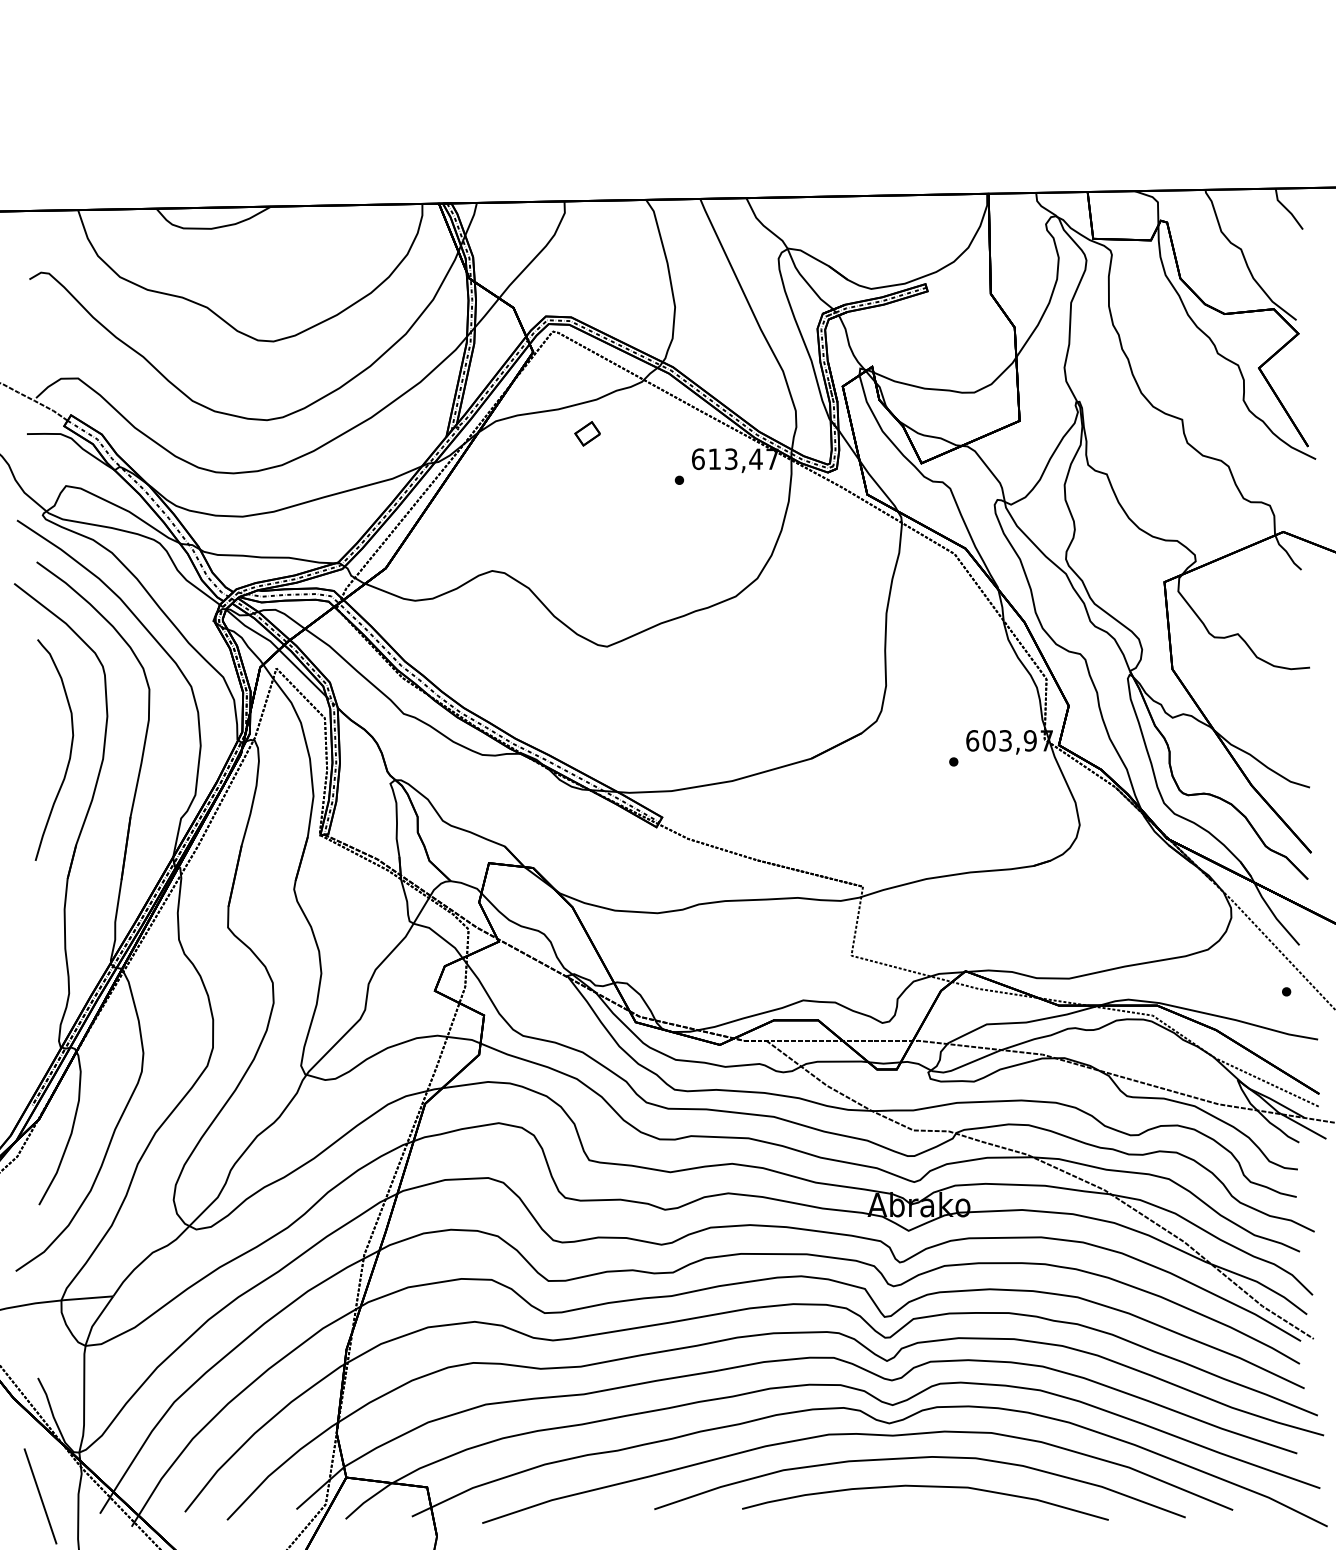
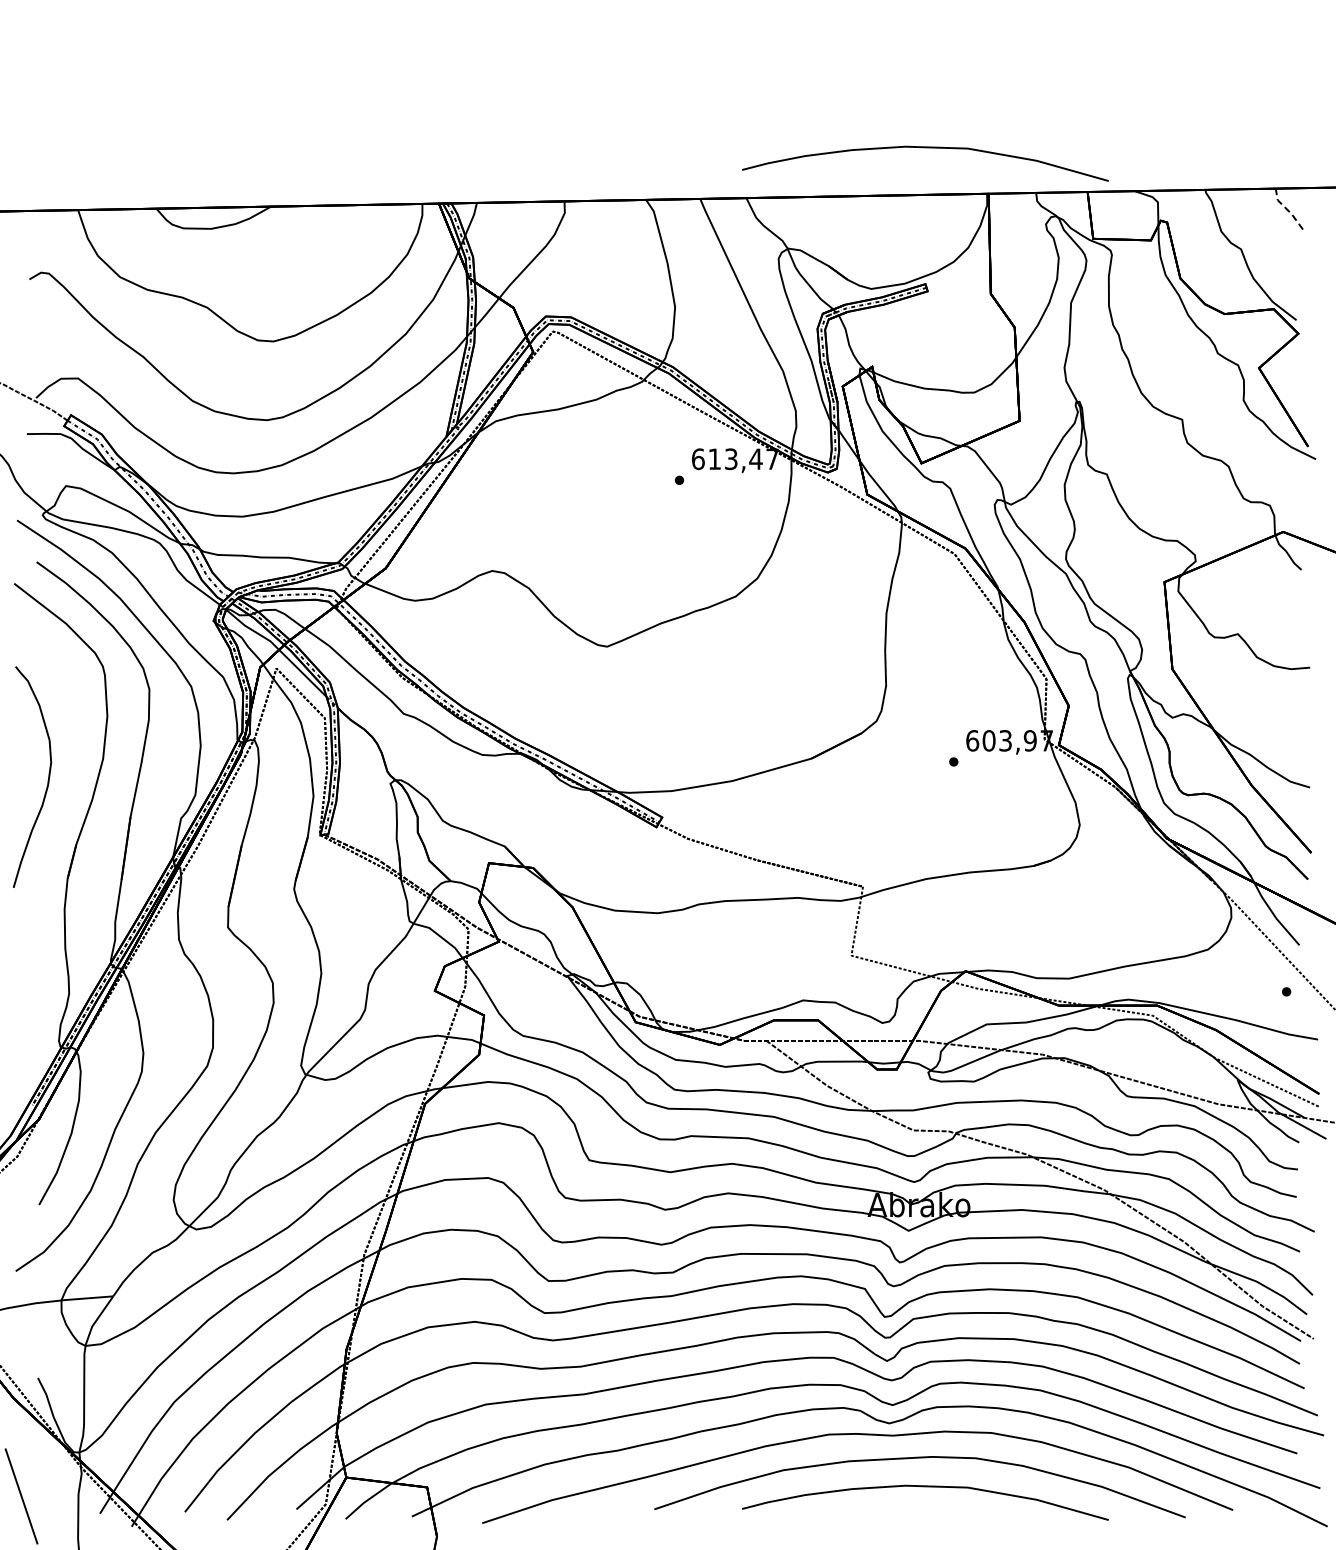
curve at (925, 148): none -> present
line at (1287, 209): solid -> dashed
part at (587, 433): present -> none
curve at (69, 753) position: (69, 753) -> (47, 780)
line at (40, 1496) position: (40, 1496) -> (21, 1496)
